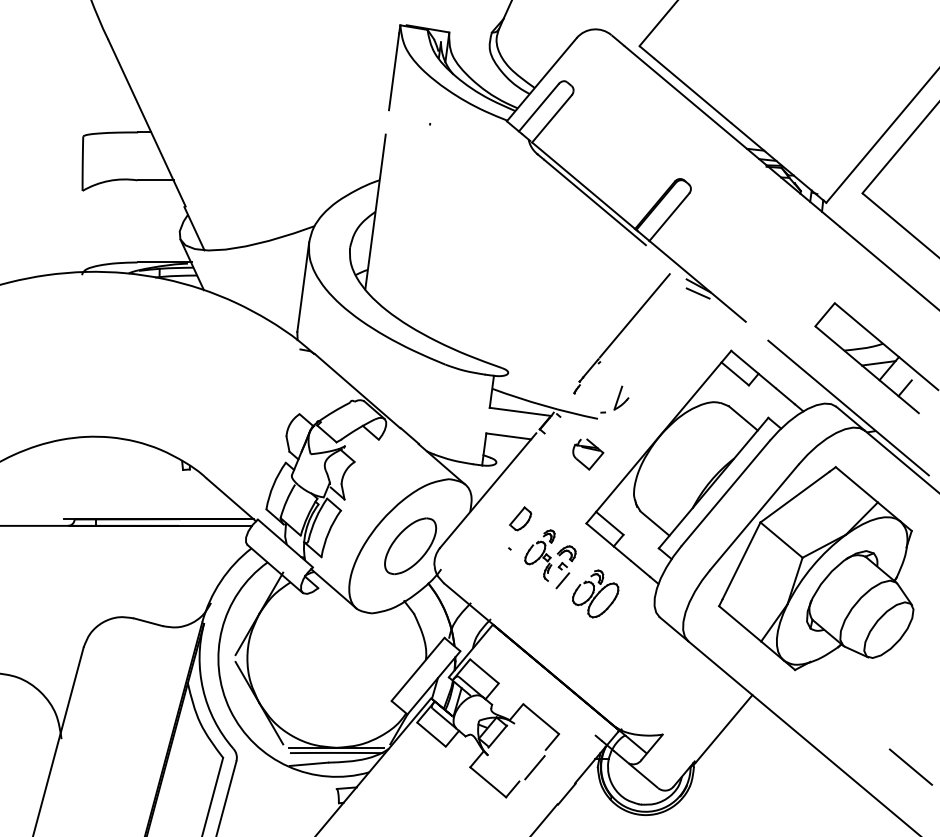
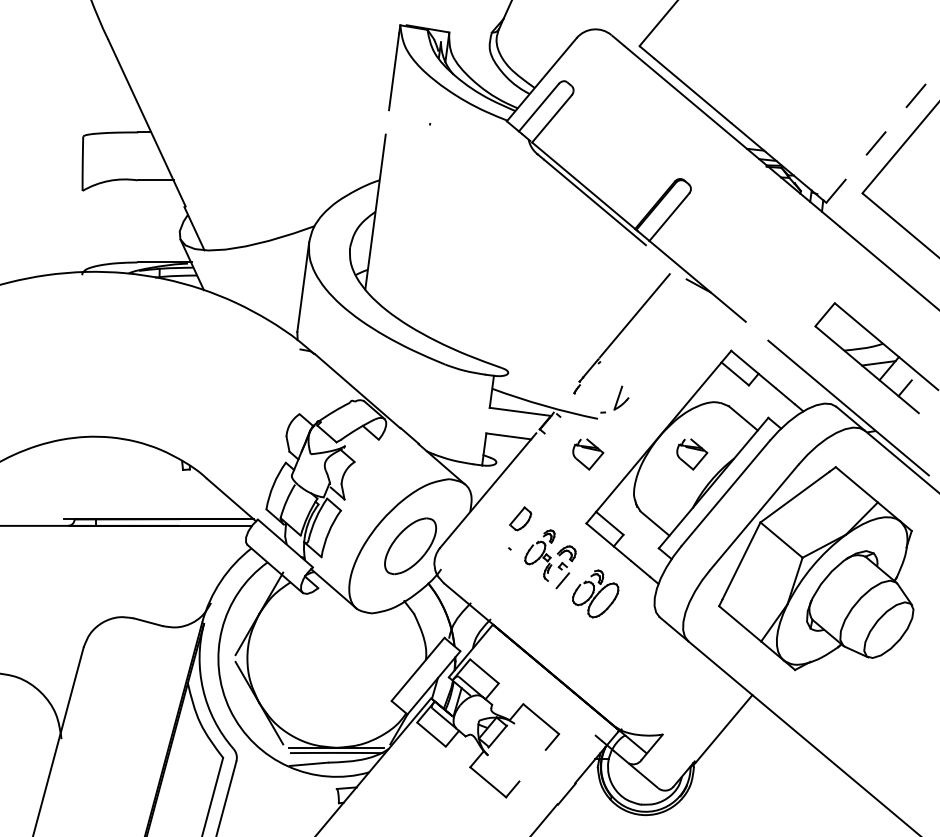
line at (883, 134): solid -> dashed
line at (697, 293): present -> none
part at (692, 454): none -> present
line at (910, 766): present -> none
line at (534, 767): present -> none
